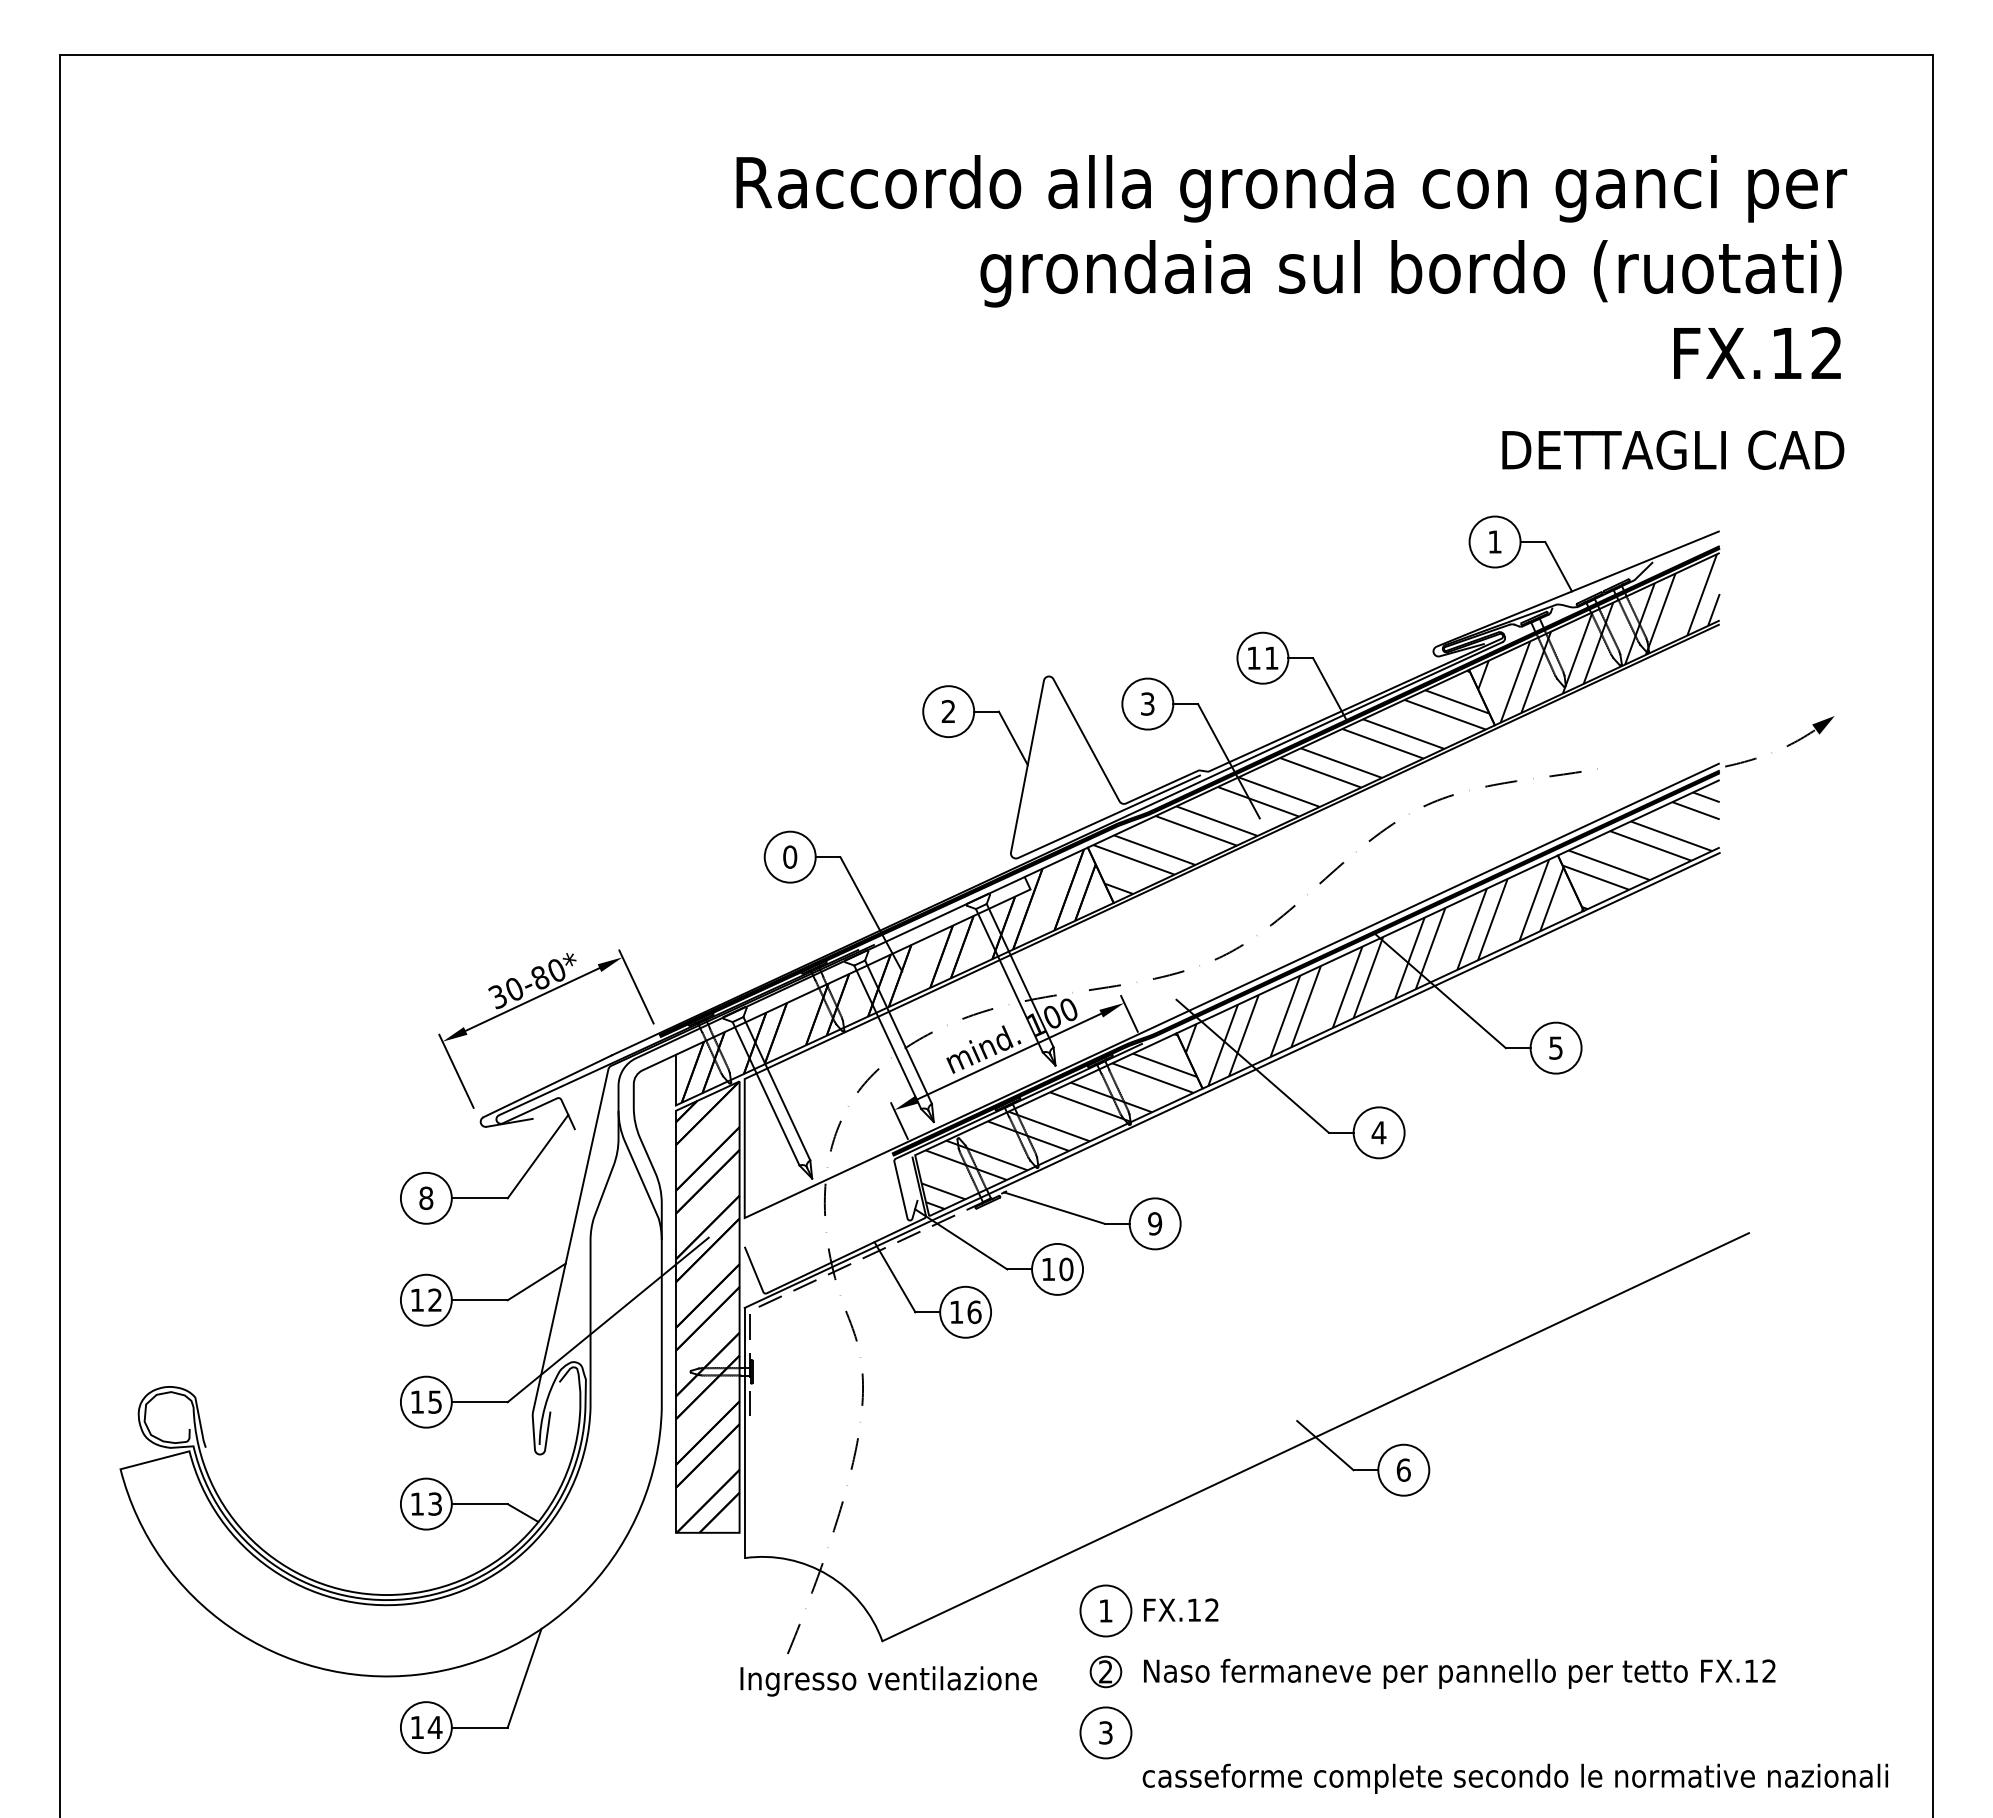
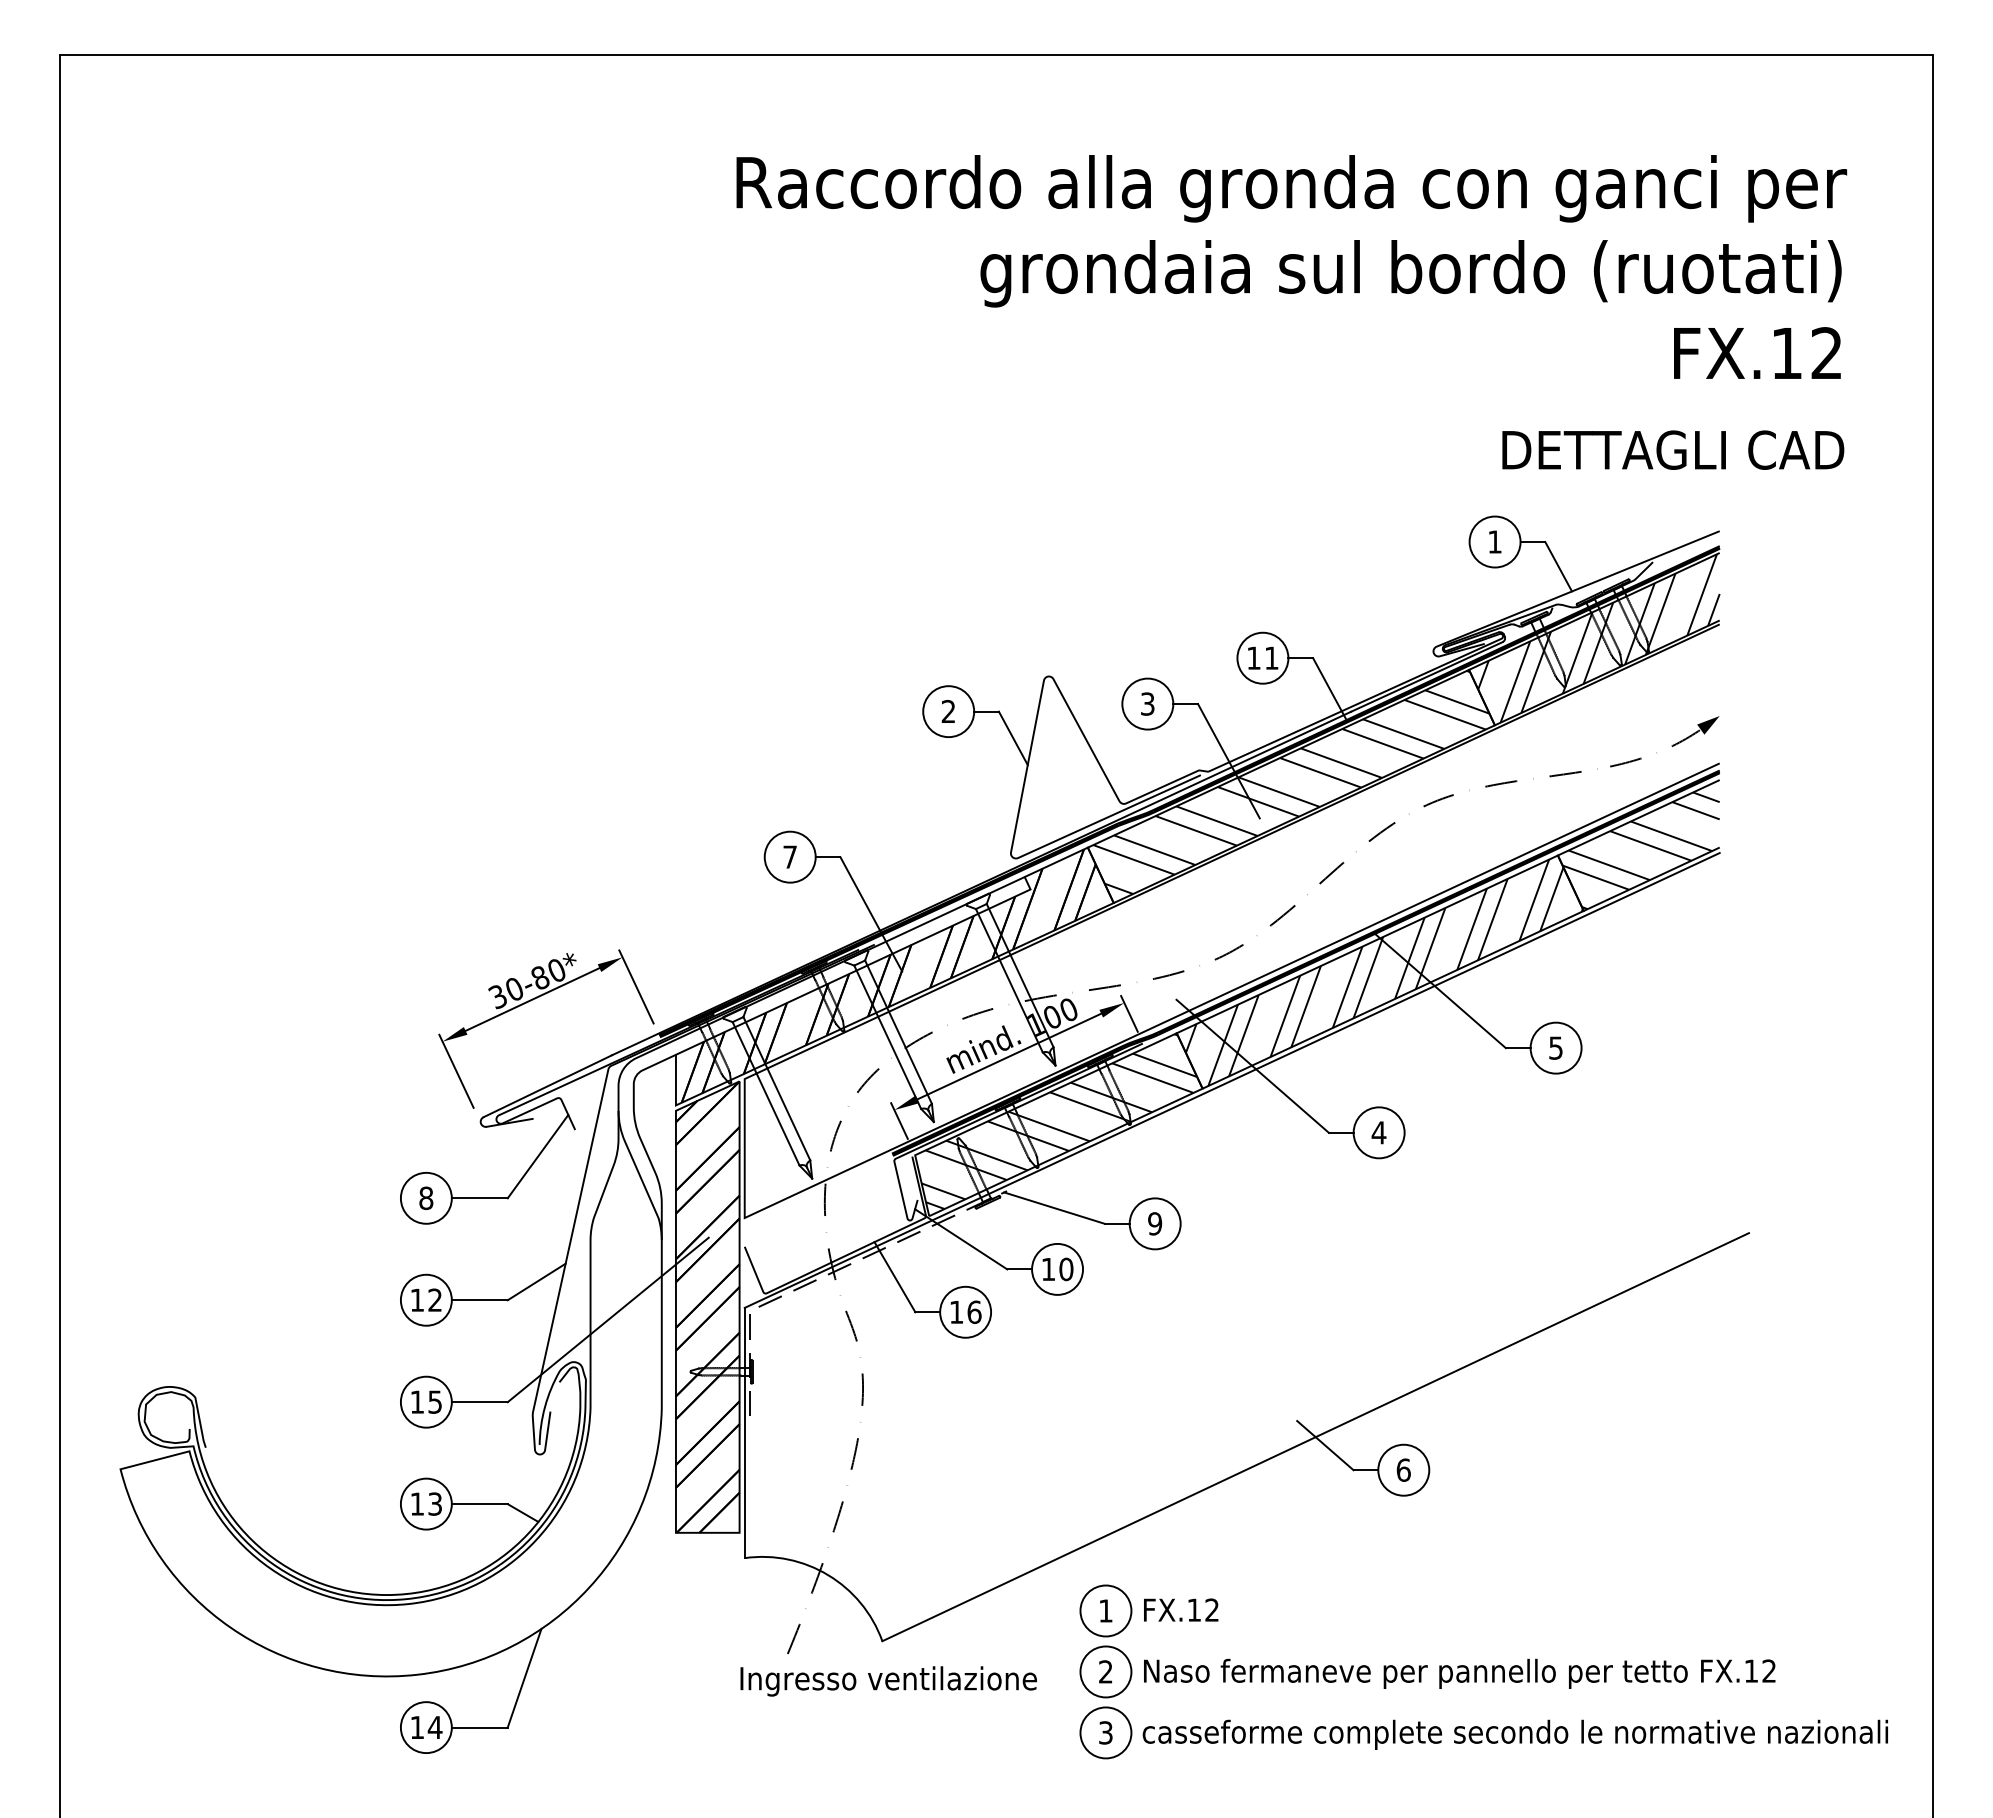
part at (1786, 745) position: (1786, 745) -> (1671, 745)
text at (790, 856): 0 -> 7
circle at (1105, 1671) diameter: 31 px -> 51 px
text at (1514, 1778) position: (1514, 1778) -> (1514, 1734)
